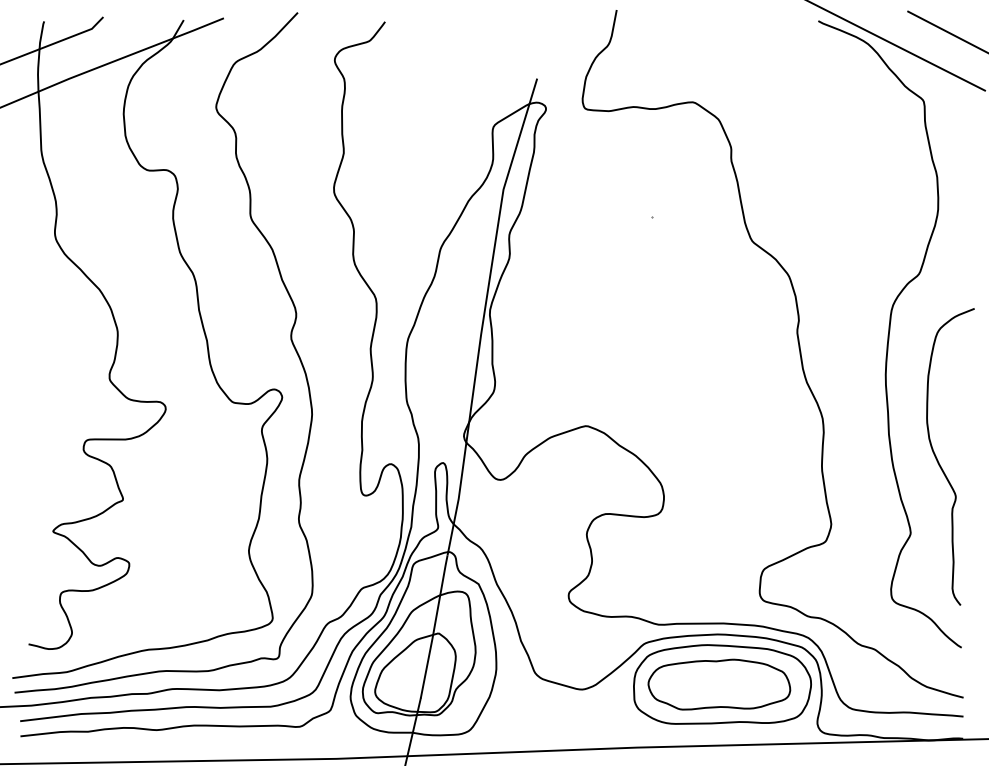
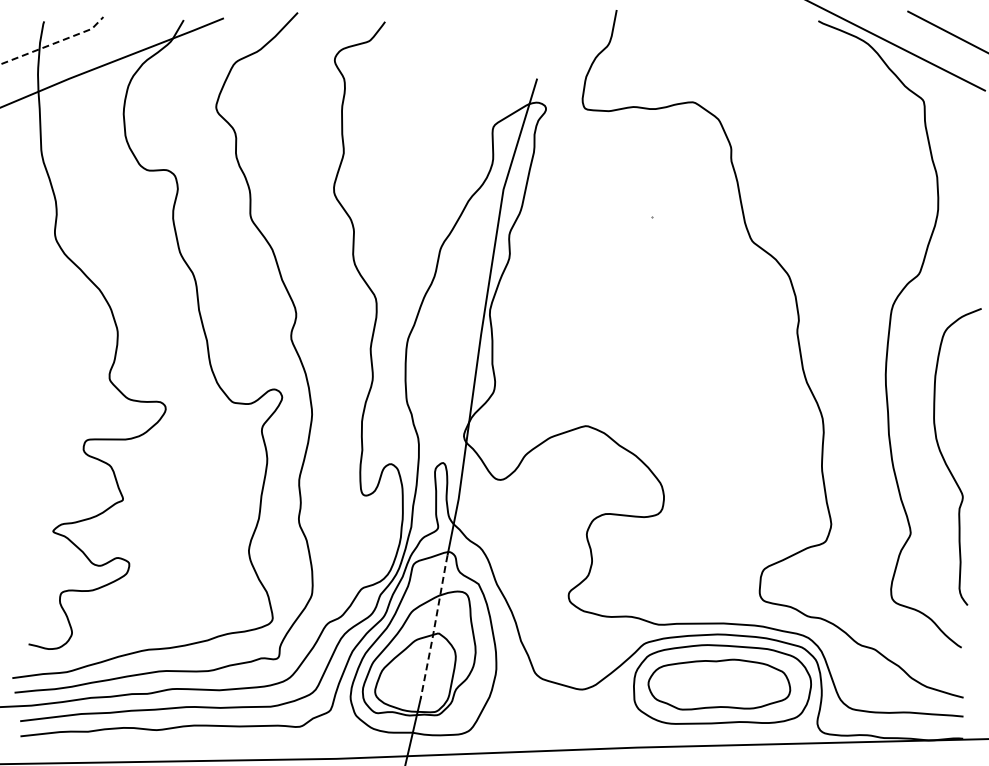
line at (54, 43): solid -> dashed
curve at (939, 462) position: (939, 462) -> (946, 462)
line at (434, 627): solid -> dashed
